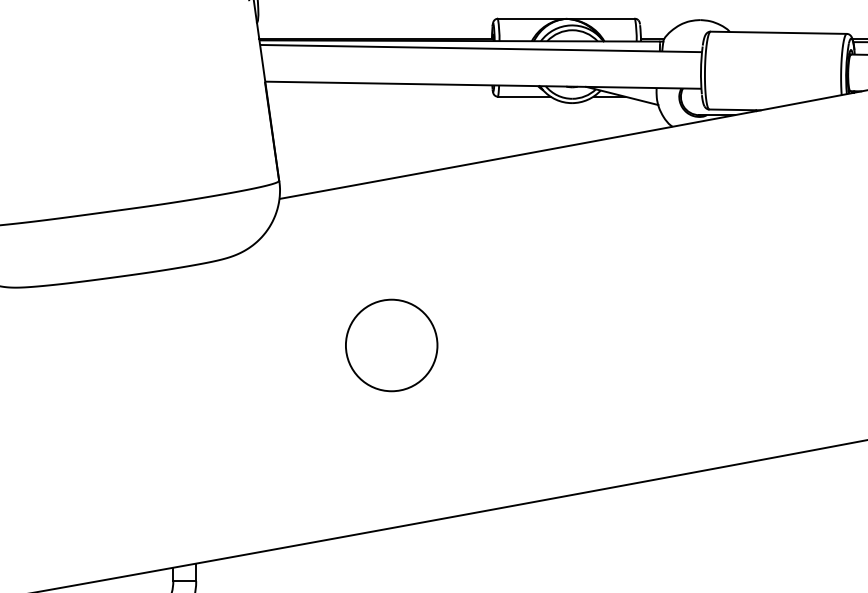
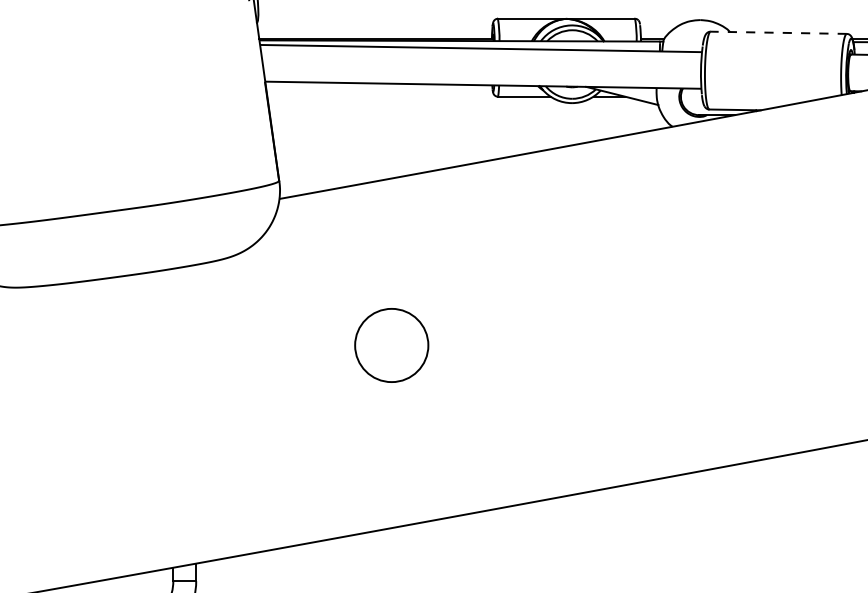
line at (778, 32): solid -> dashed
circle at (391, 345) size: 94x95 px -> 76x75 px
